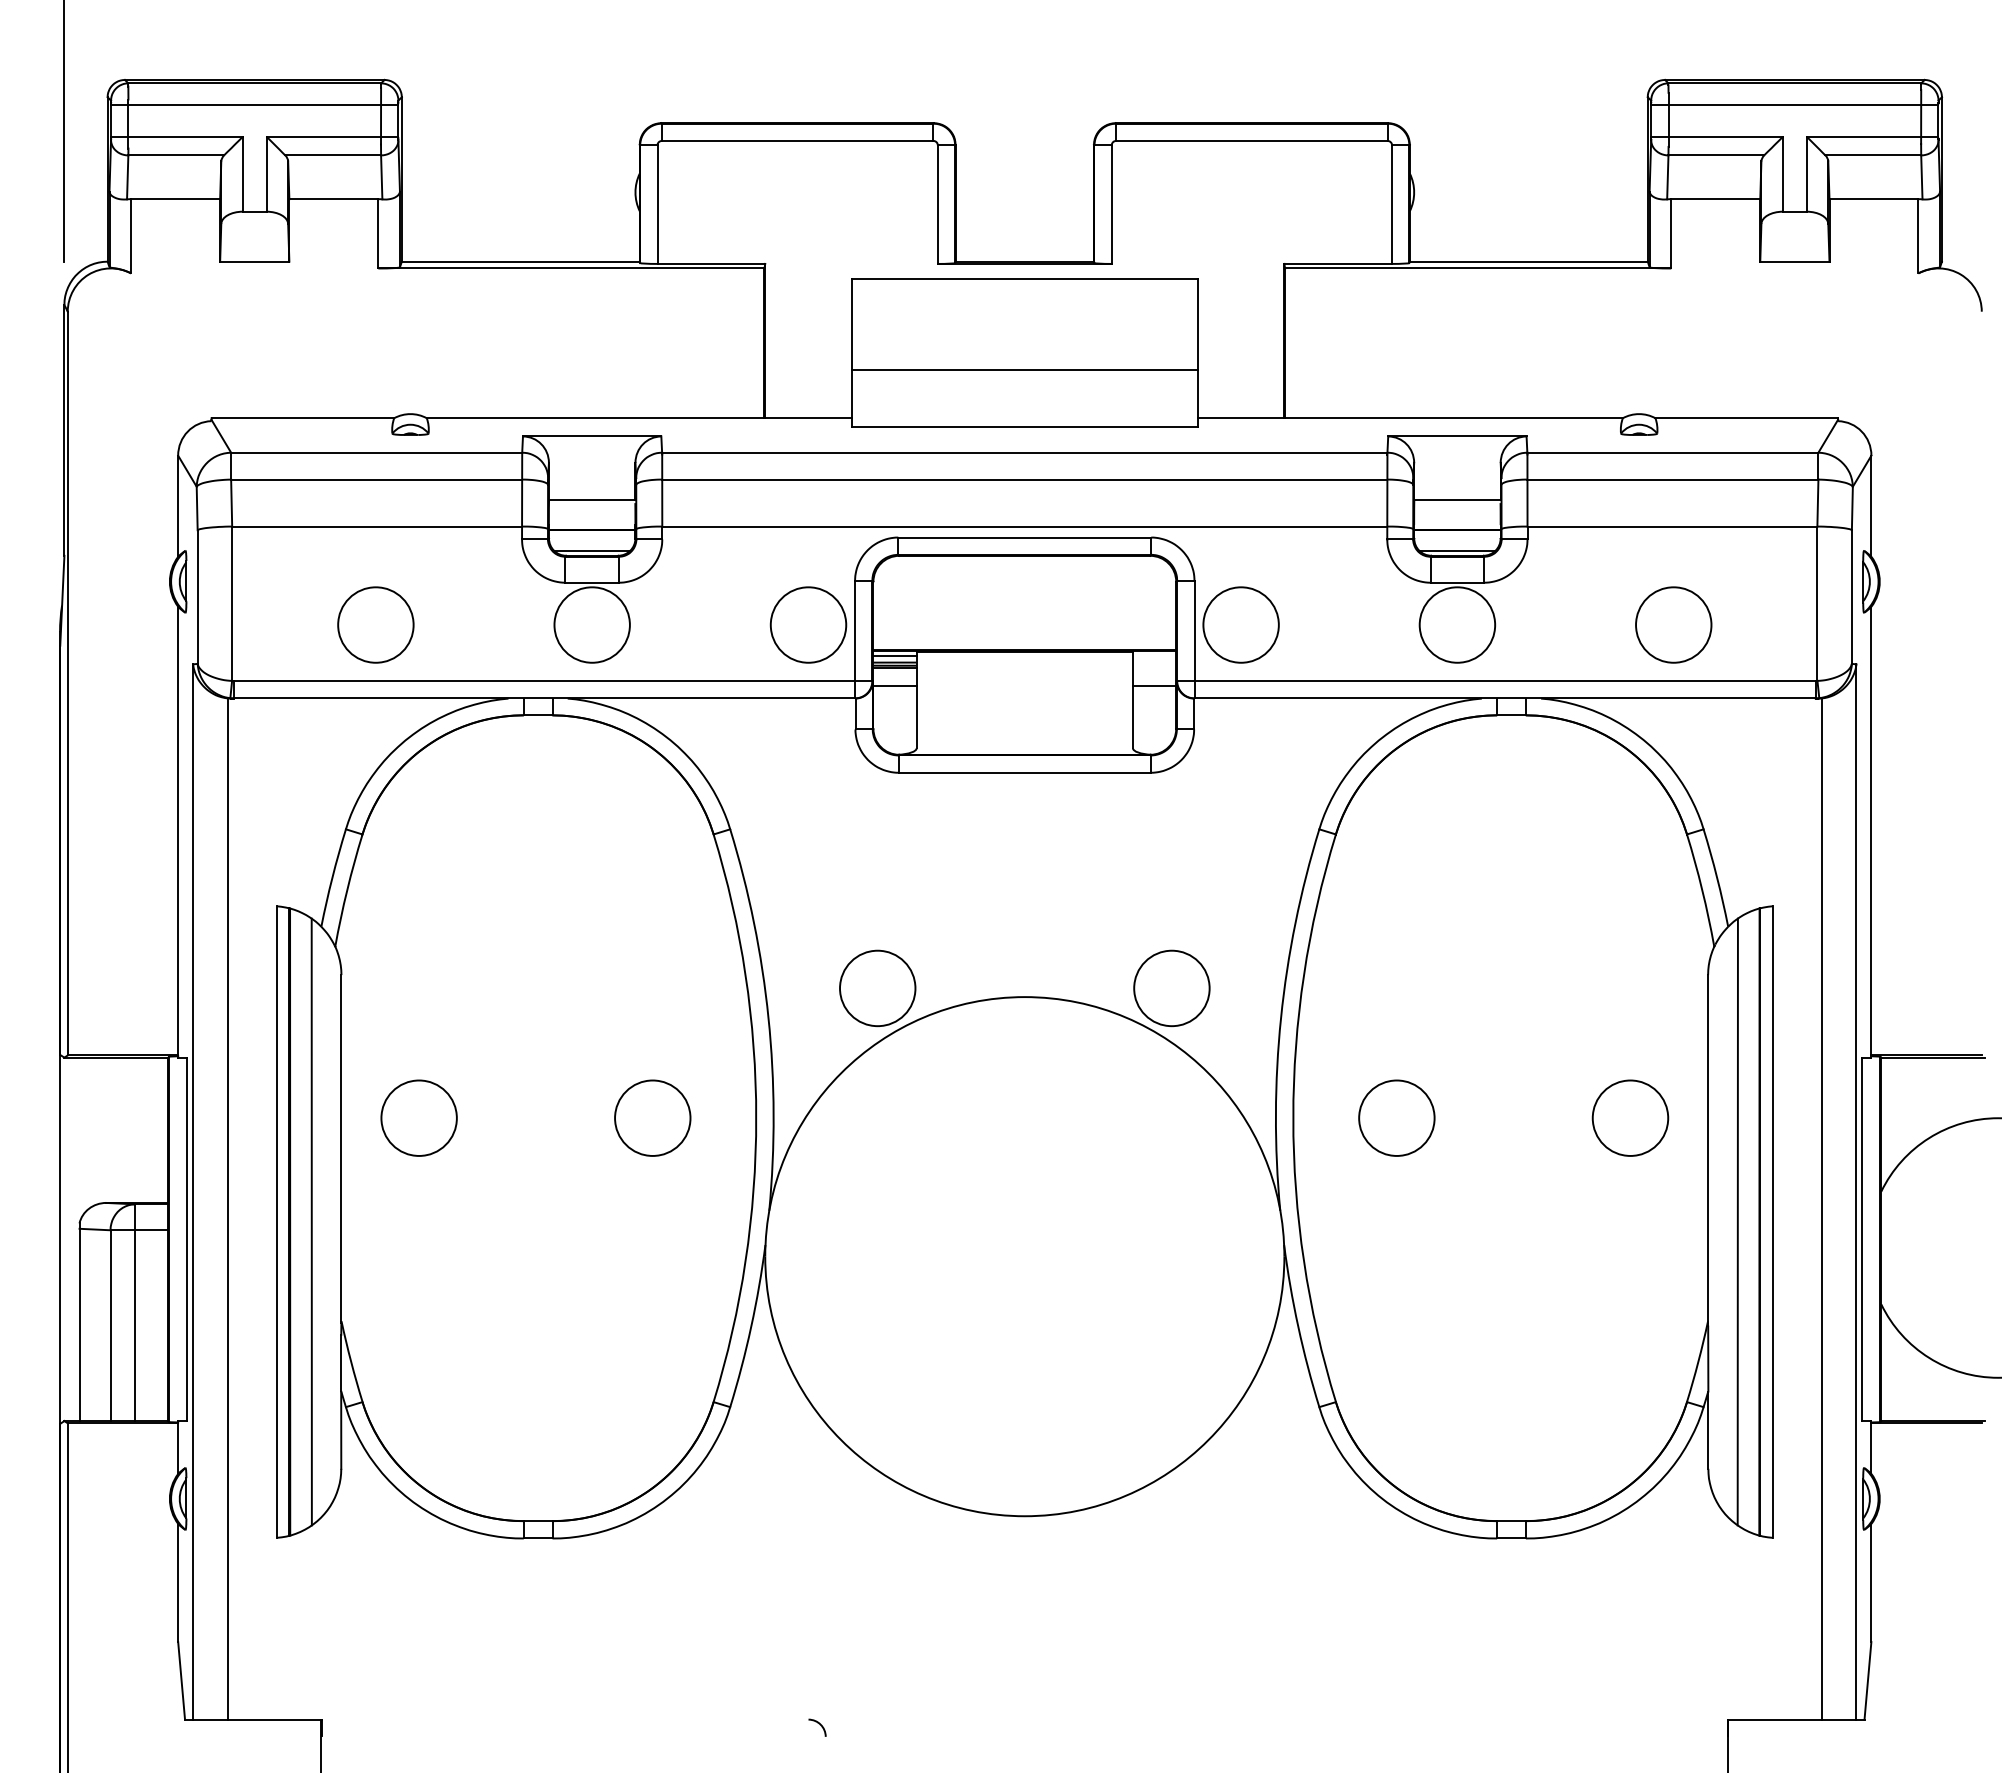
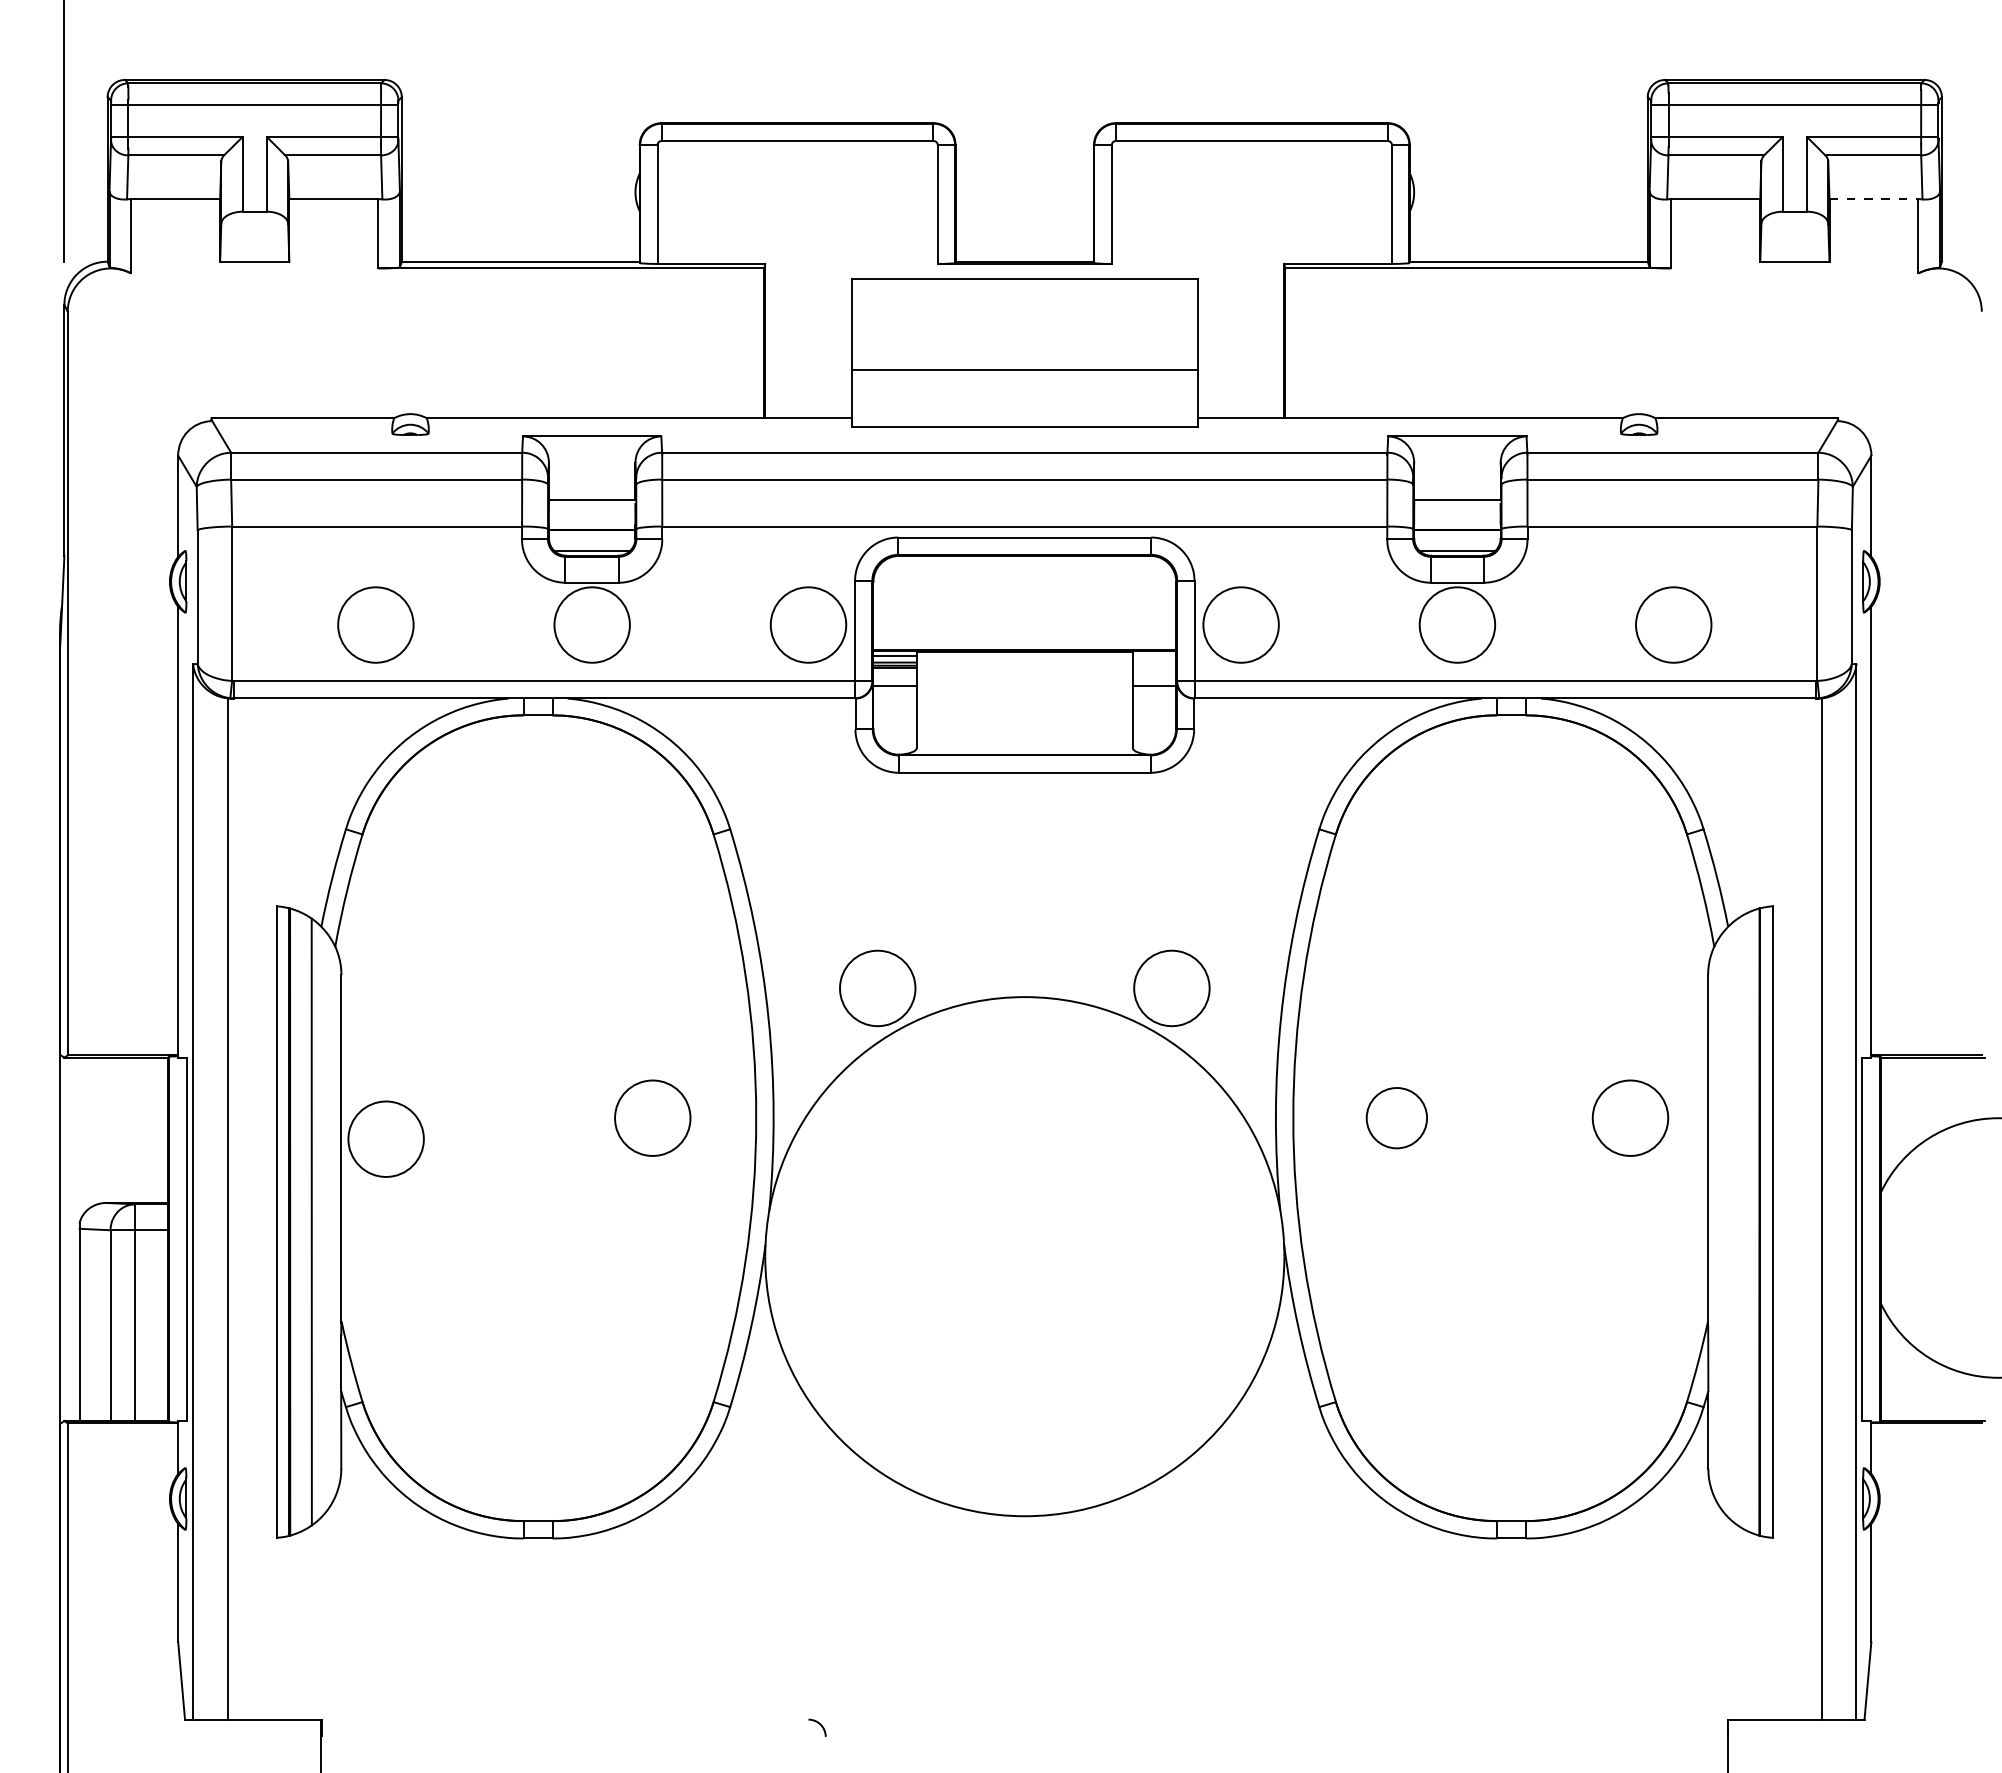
line at (1874, 199): solid -> dashed
circle at (418, 1117) position: (418, 1117) -> (385, 1138)
circle at (1396, 1117) size: 78x78 px -> 63x63 px
line at (1737, 1221): present -> none
